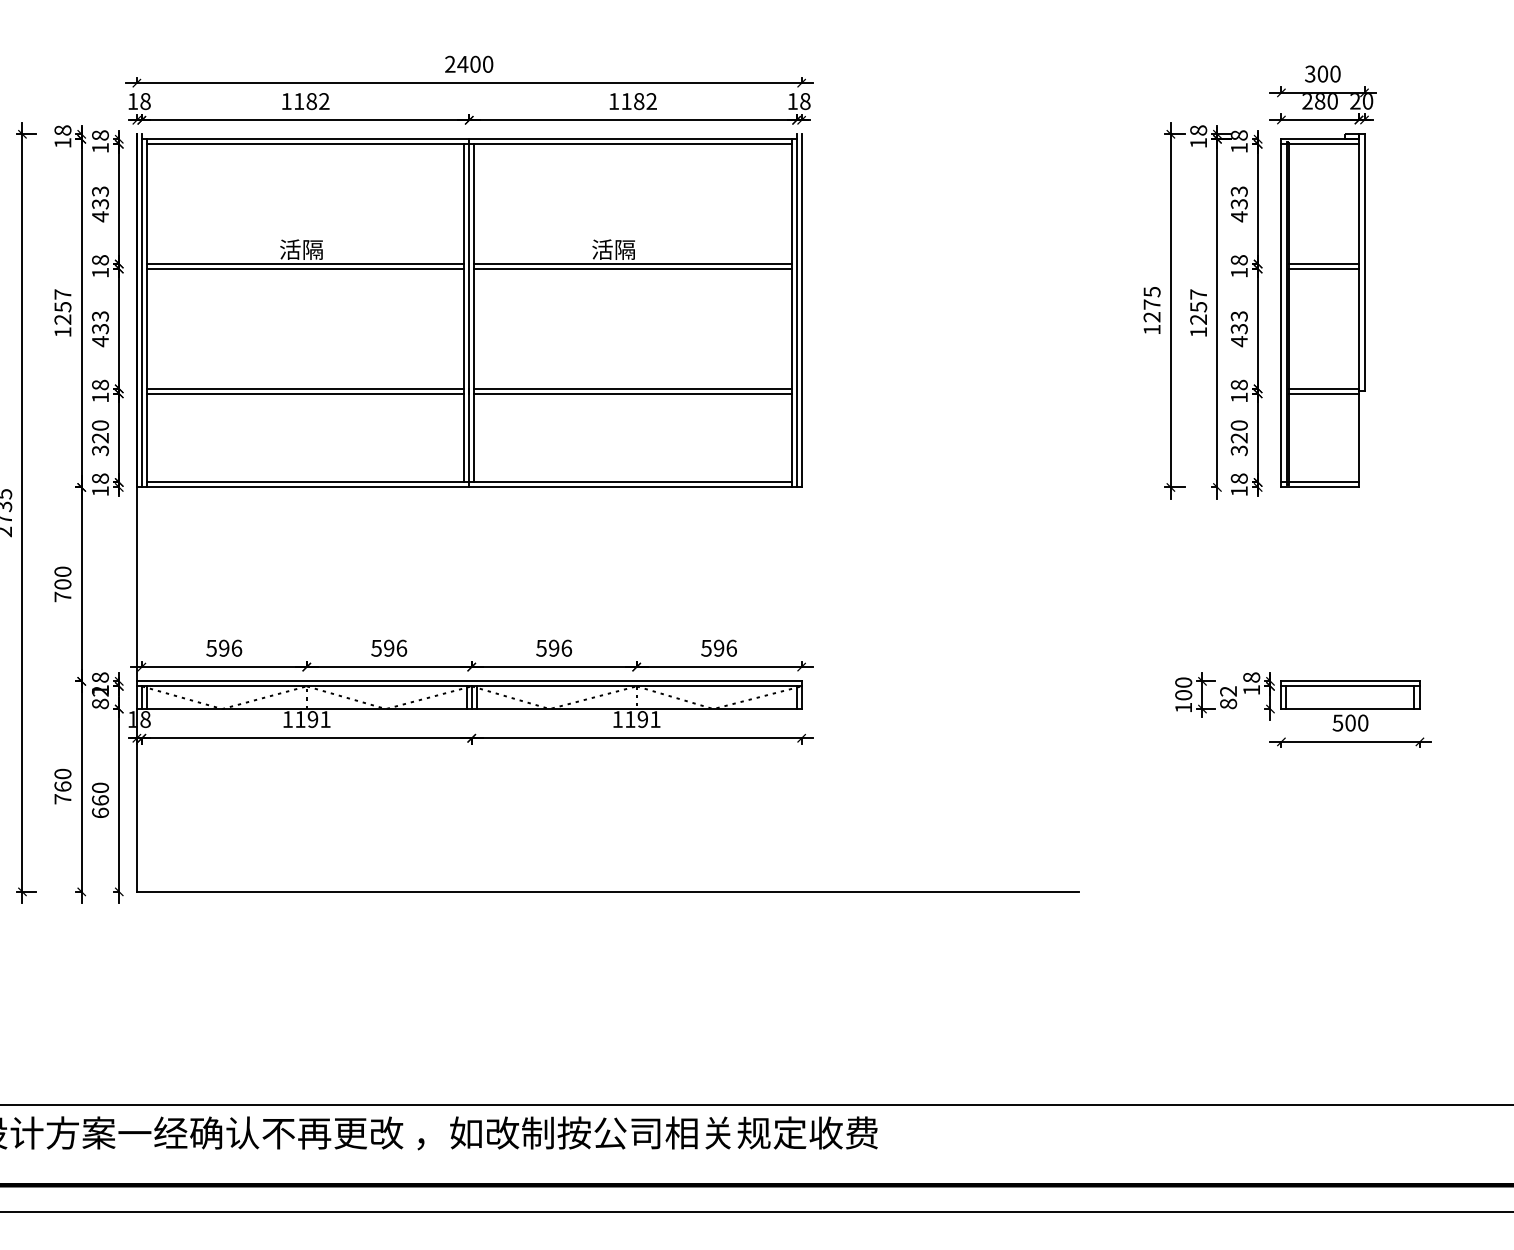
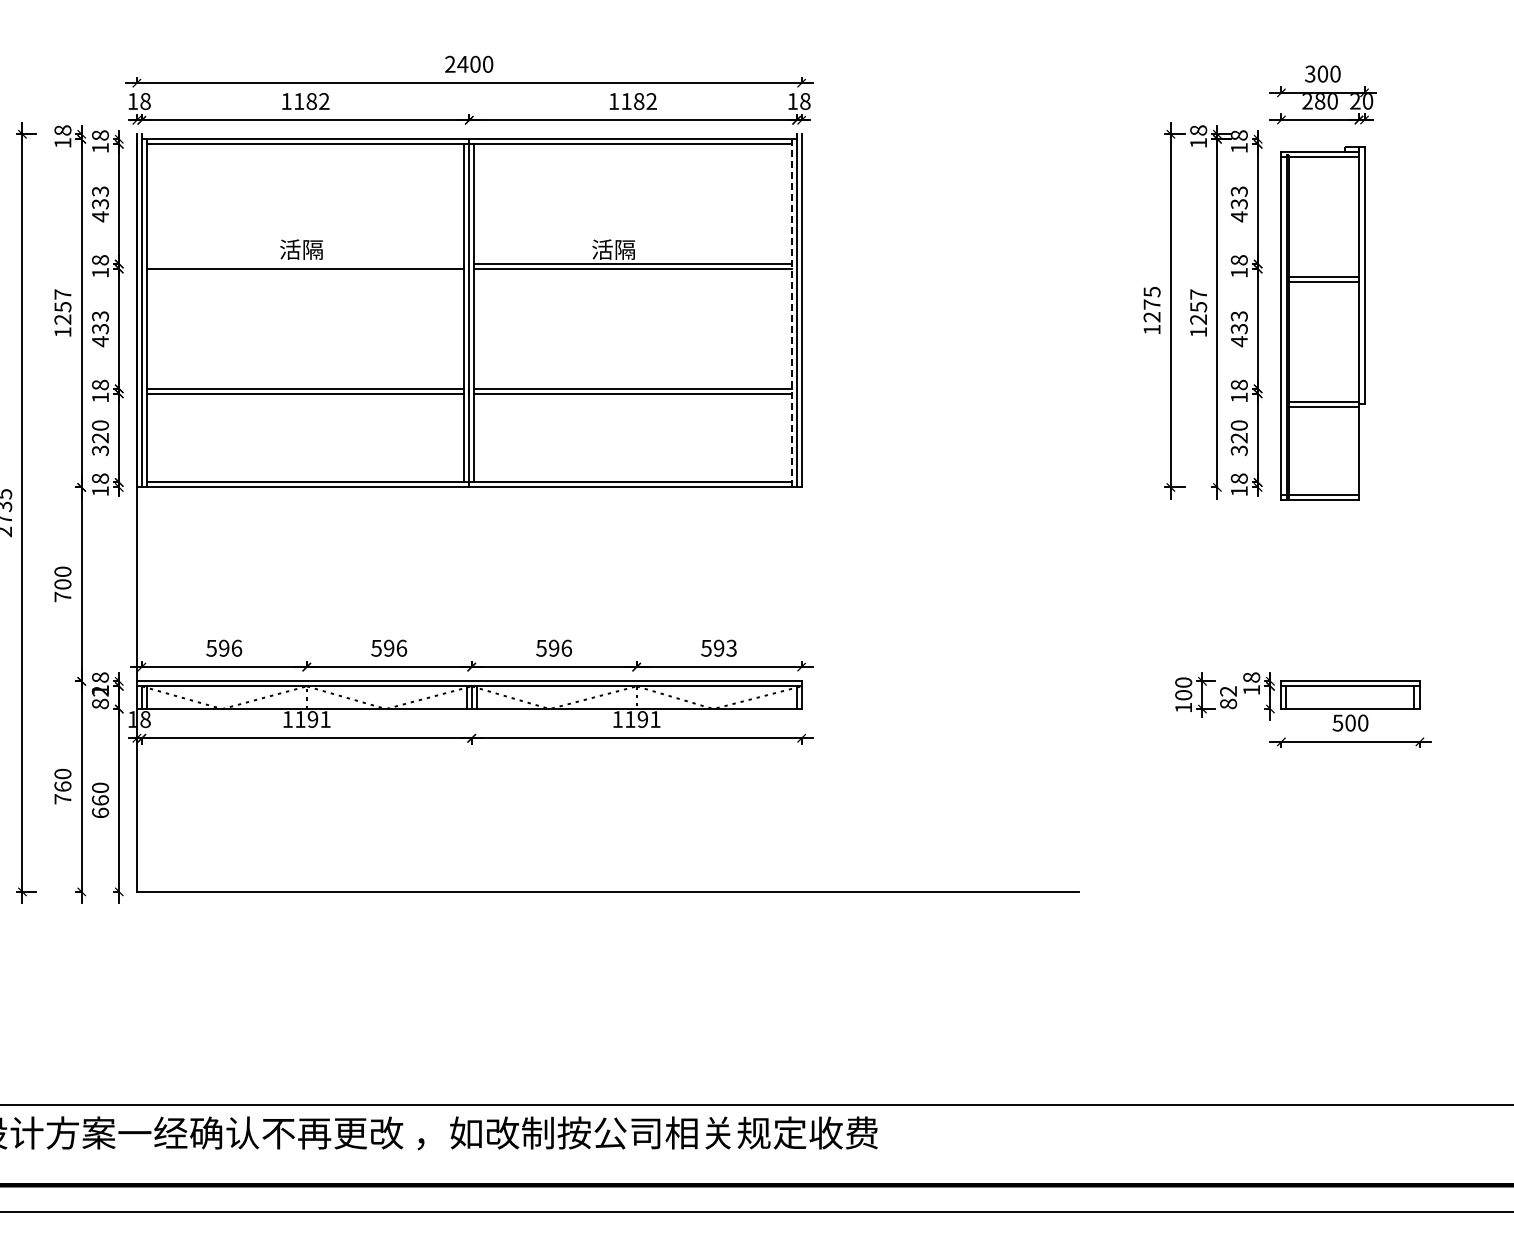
line at (305, 264): present -> none
part at (1322, 310) position: (1322, 310) -> (1322, 323)
line at (791, 312): solid -> dashed
text at (731, 647): 596 -> 593
